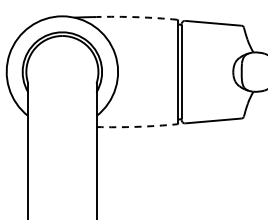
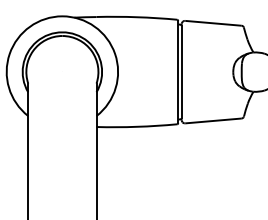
arc at (136, 17): dashed -> solid
arc at (136, 126): dashed -> solid
